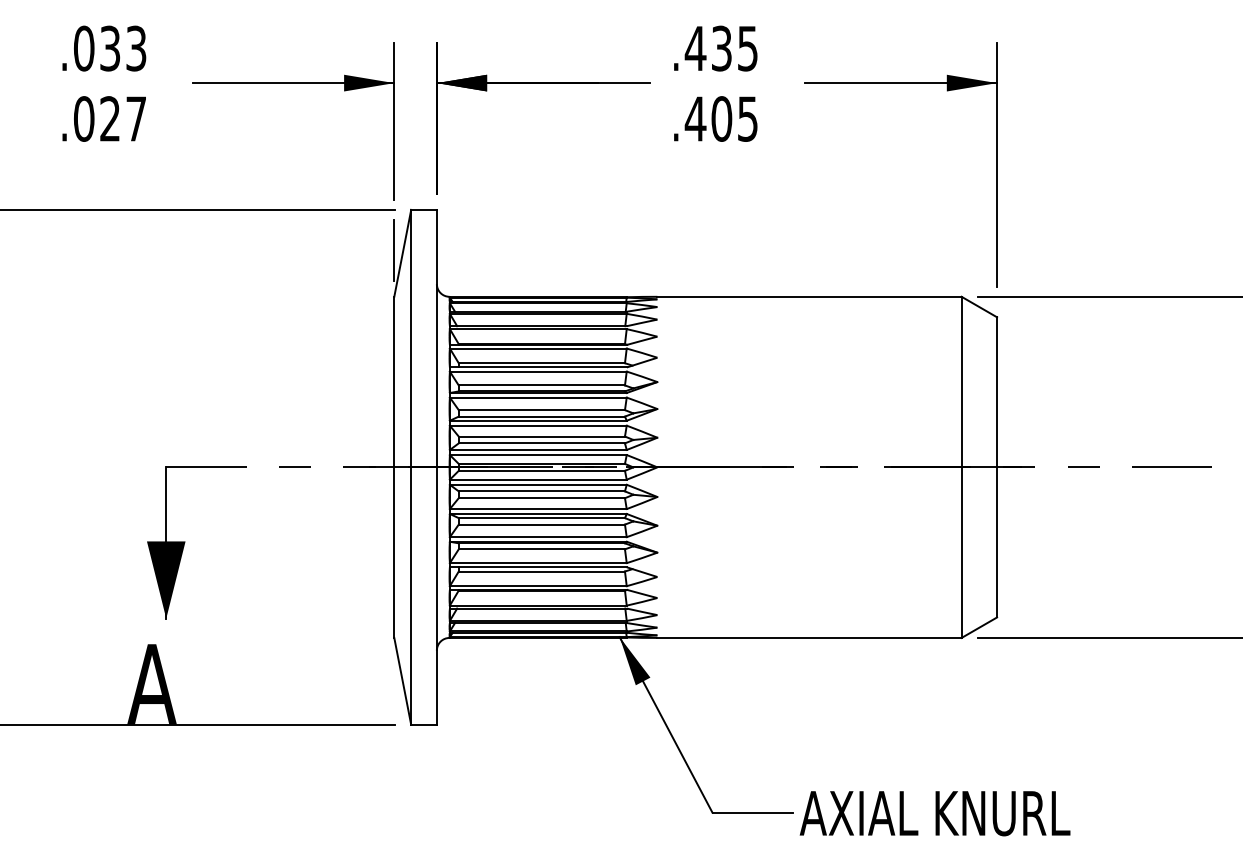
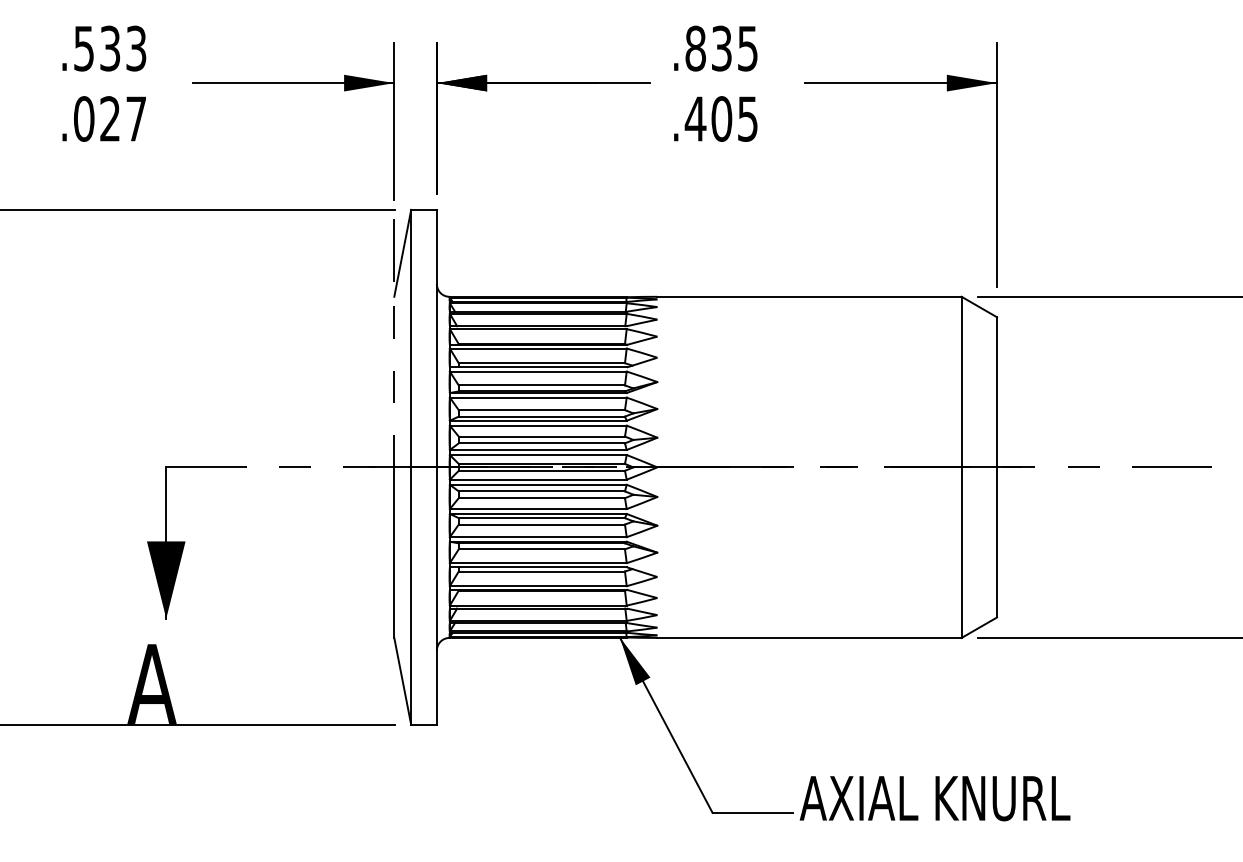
text at (84, 48): .033 -> .533
text at (695, 48): .435 -> .835
line at (394, 381): solid -> dashed
text at (934, 813) position: (934, 813) -> (934, 798)
